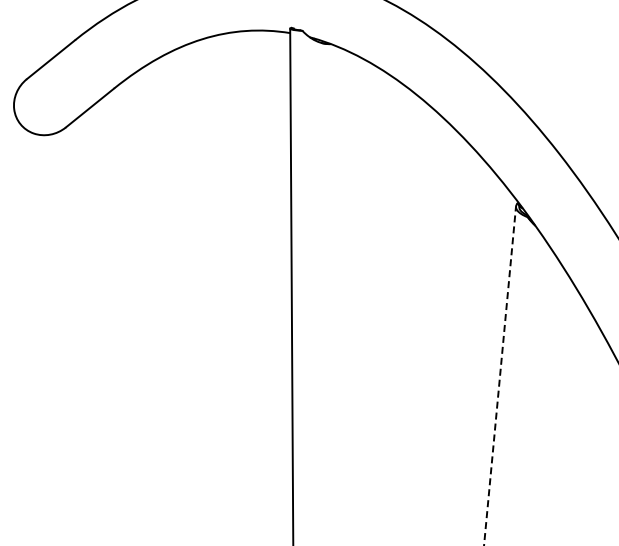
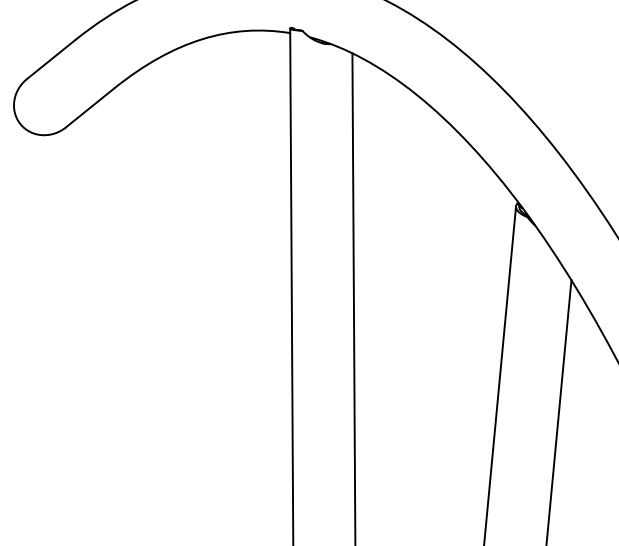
line at (353, 297): none -> present
line at (500, 375): dashed -> solid
line at (558, 411): none -> present
